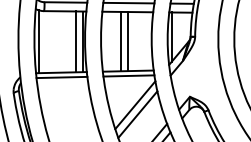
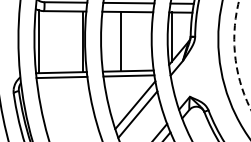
line at (76, 41): present -> none
line at (127, 41): present -> none
arc at (235, 56): solid -> dashed
